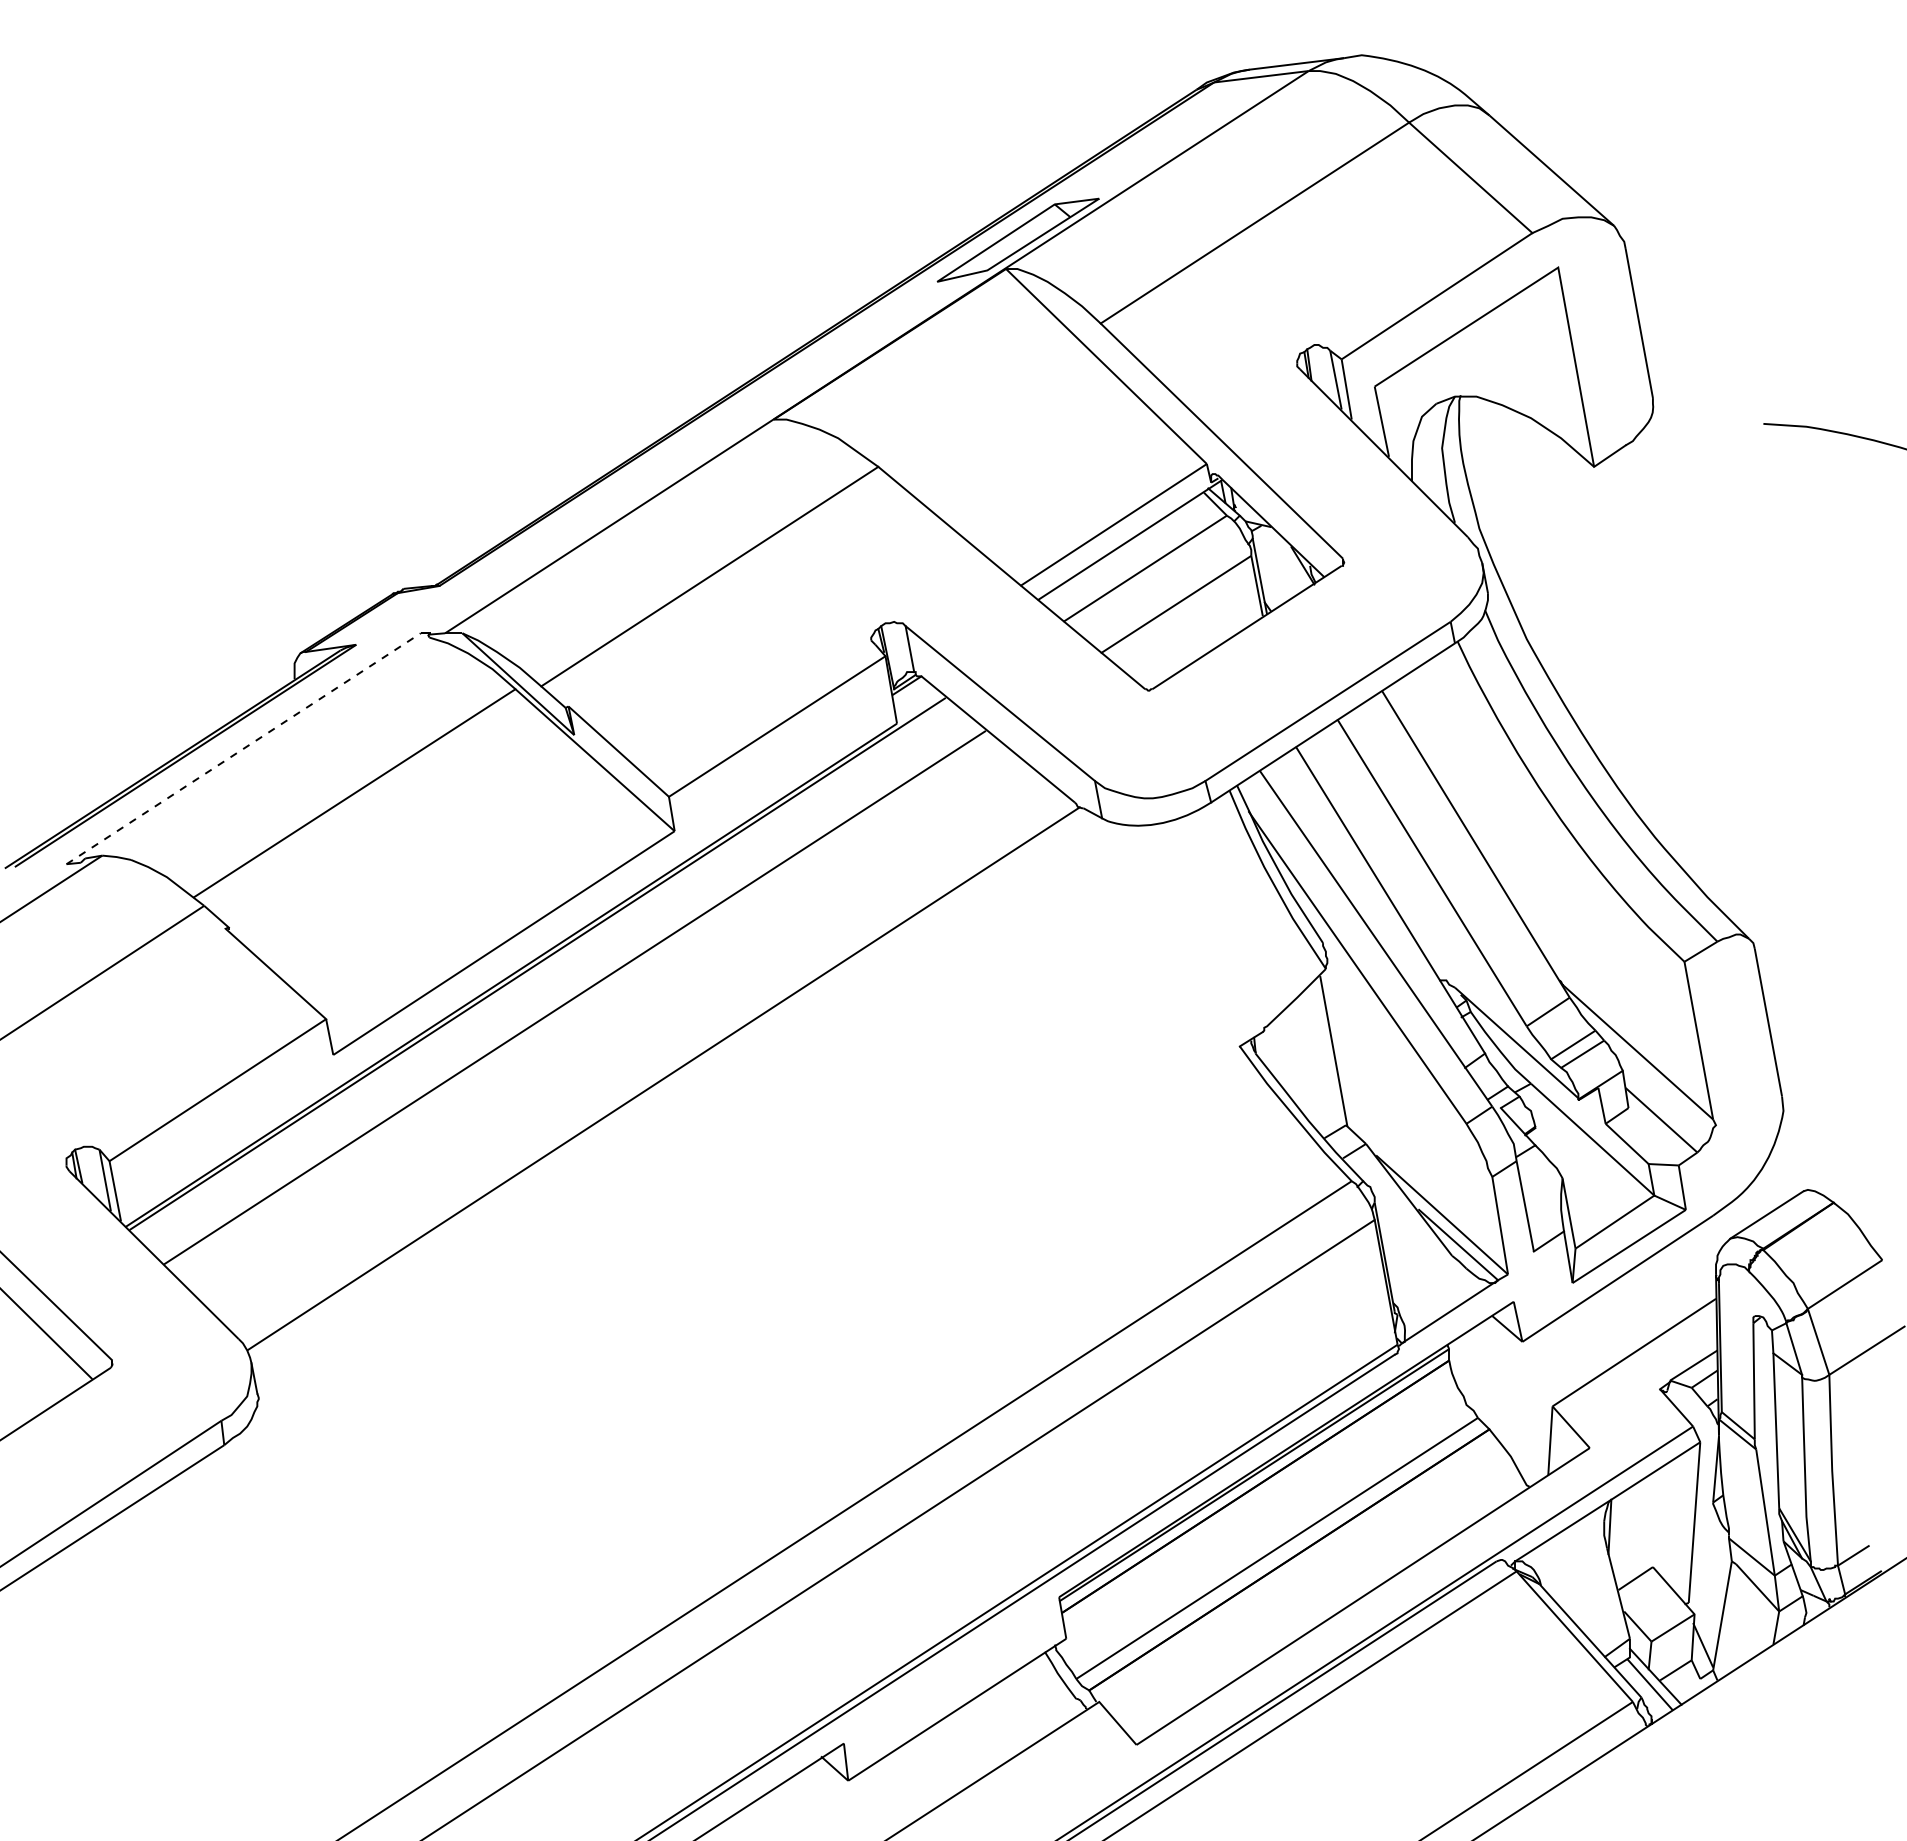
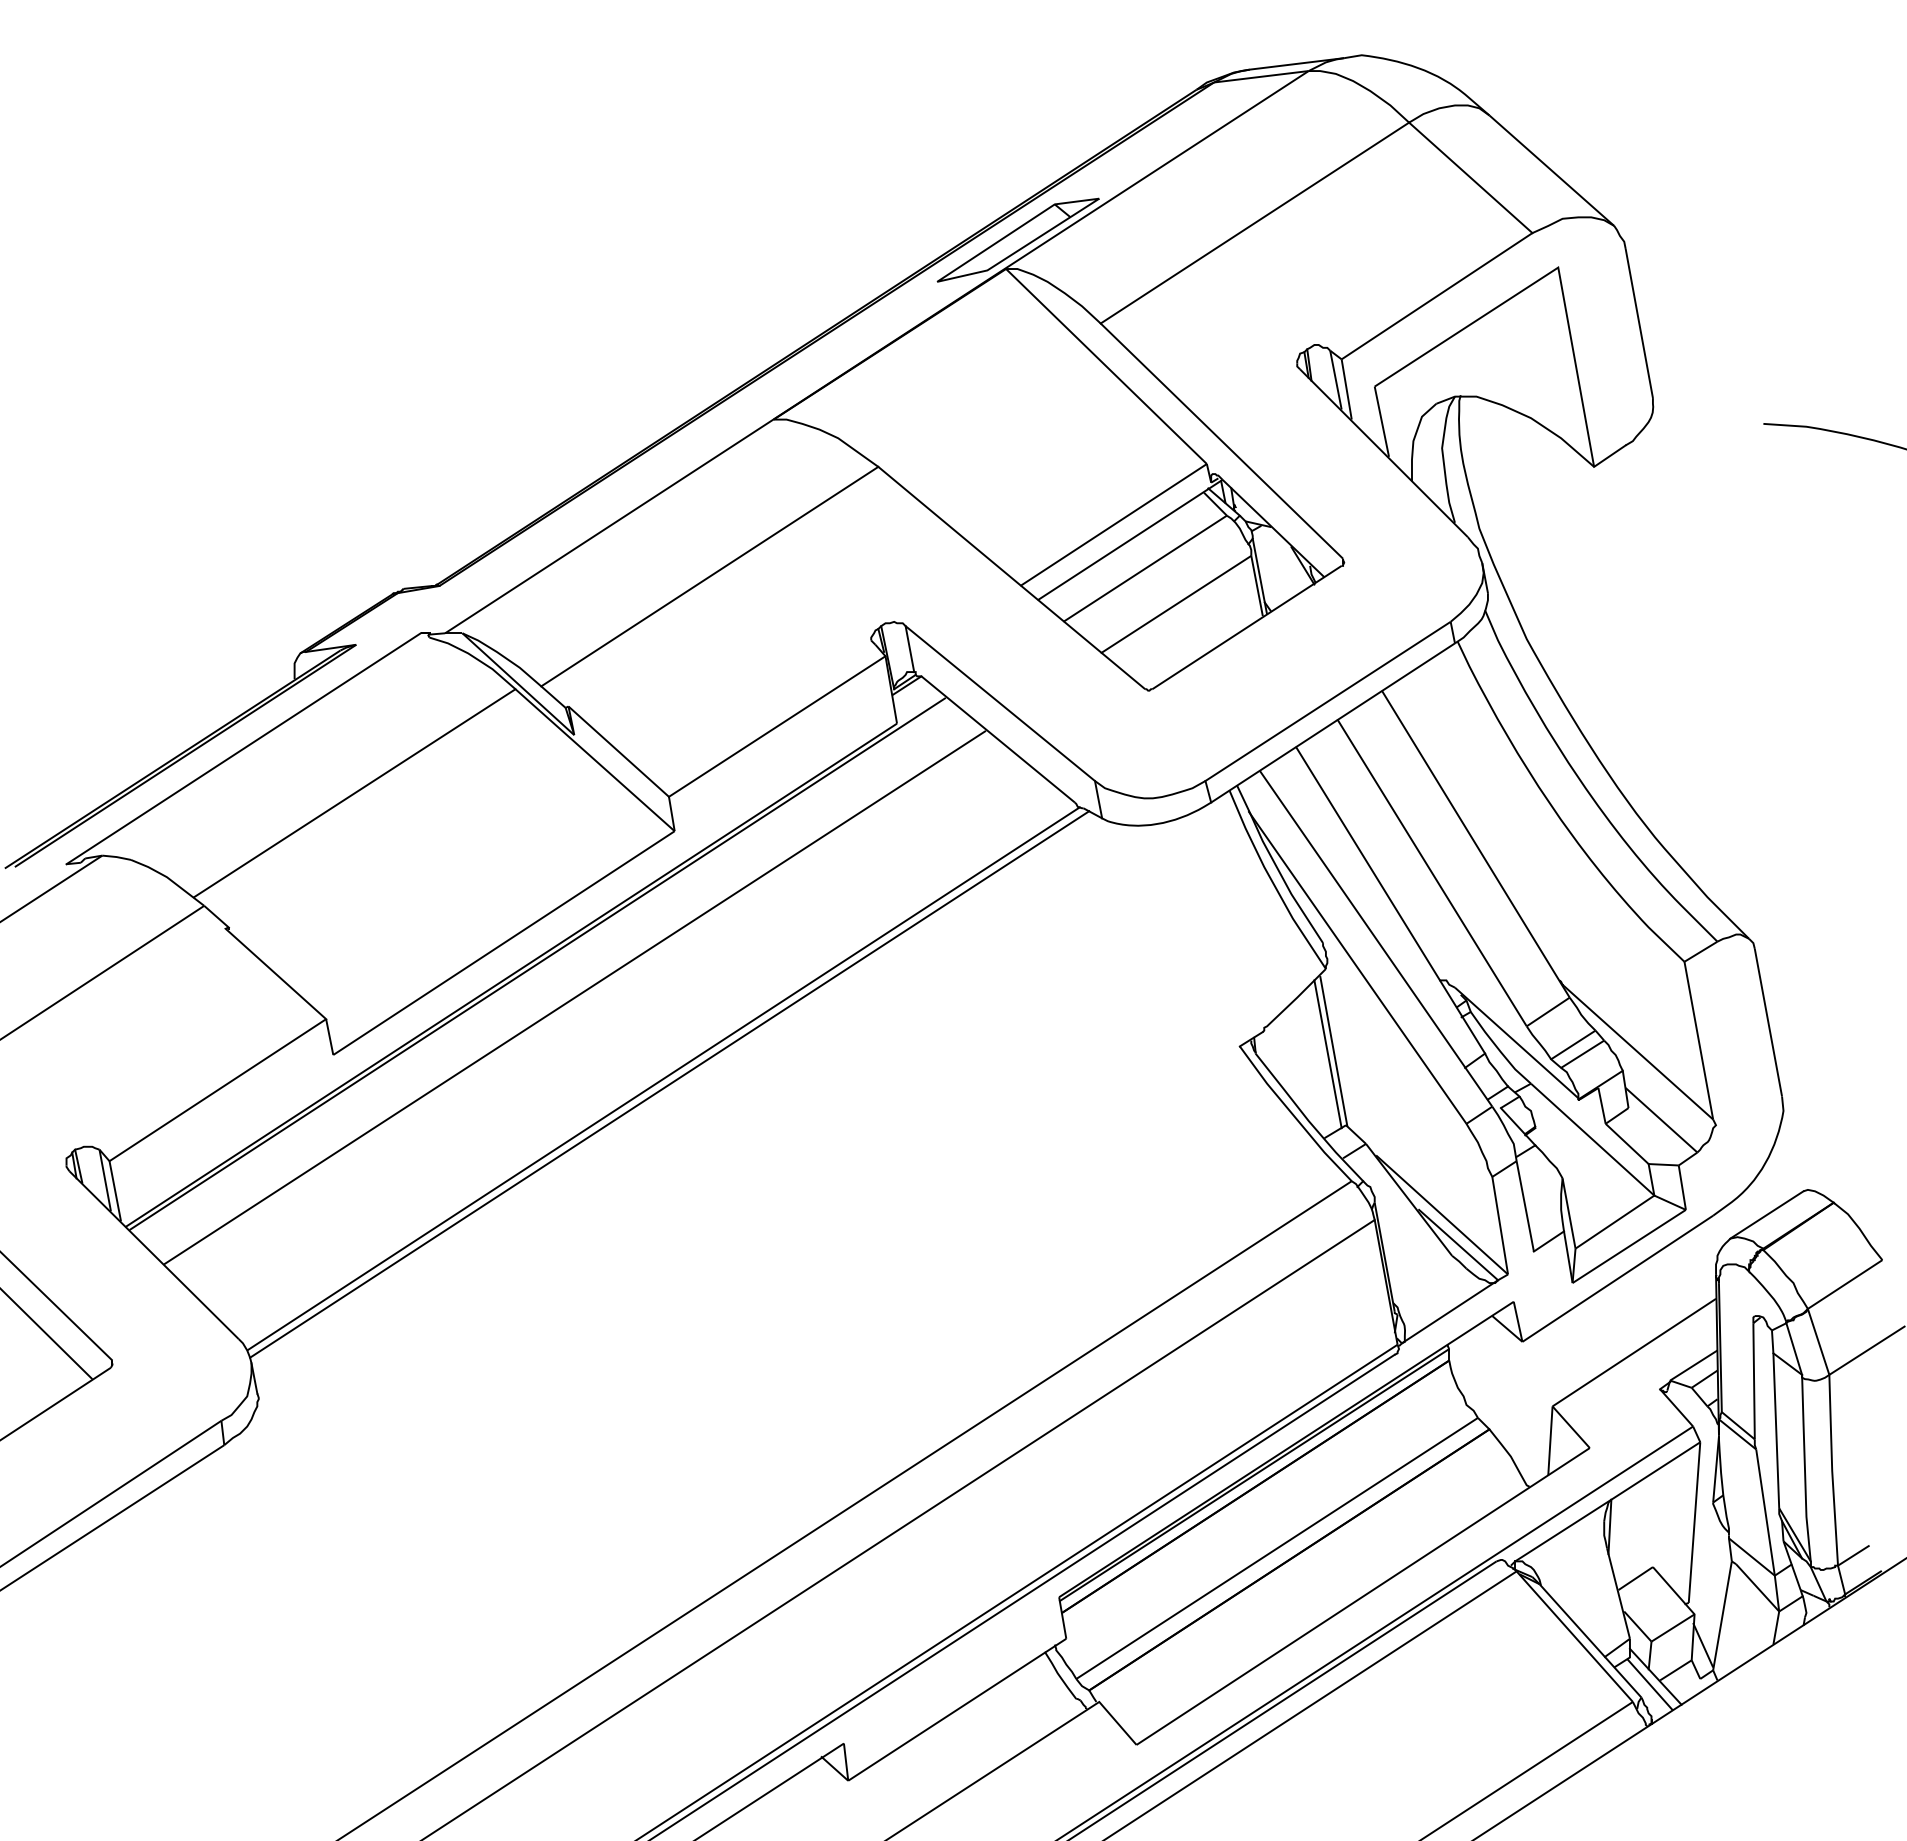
line at (244, 748): dashed -> solid
line at (1327, 1054): none -> present
line at (669, 1084): none -> present
